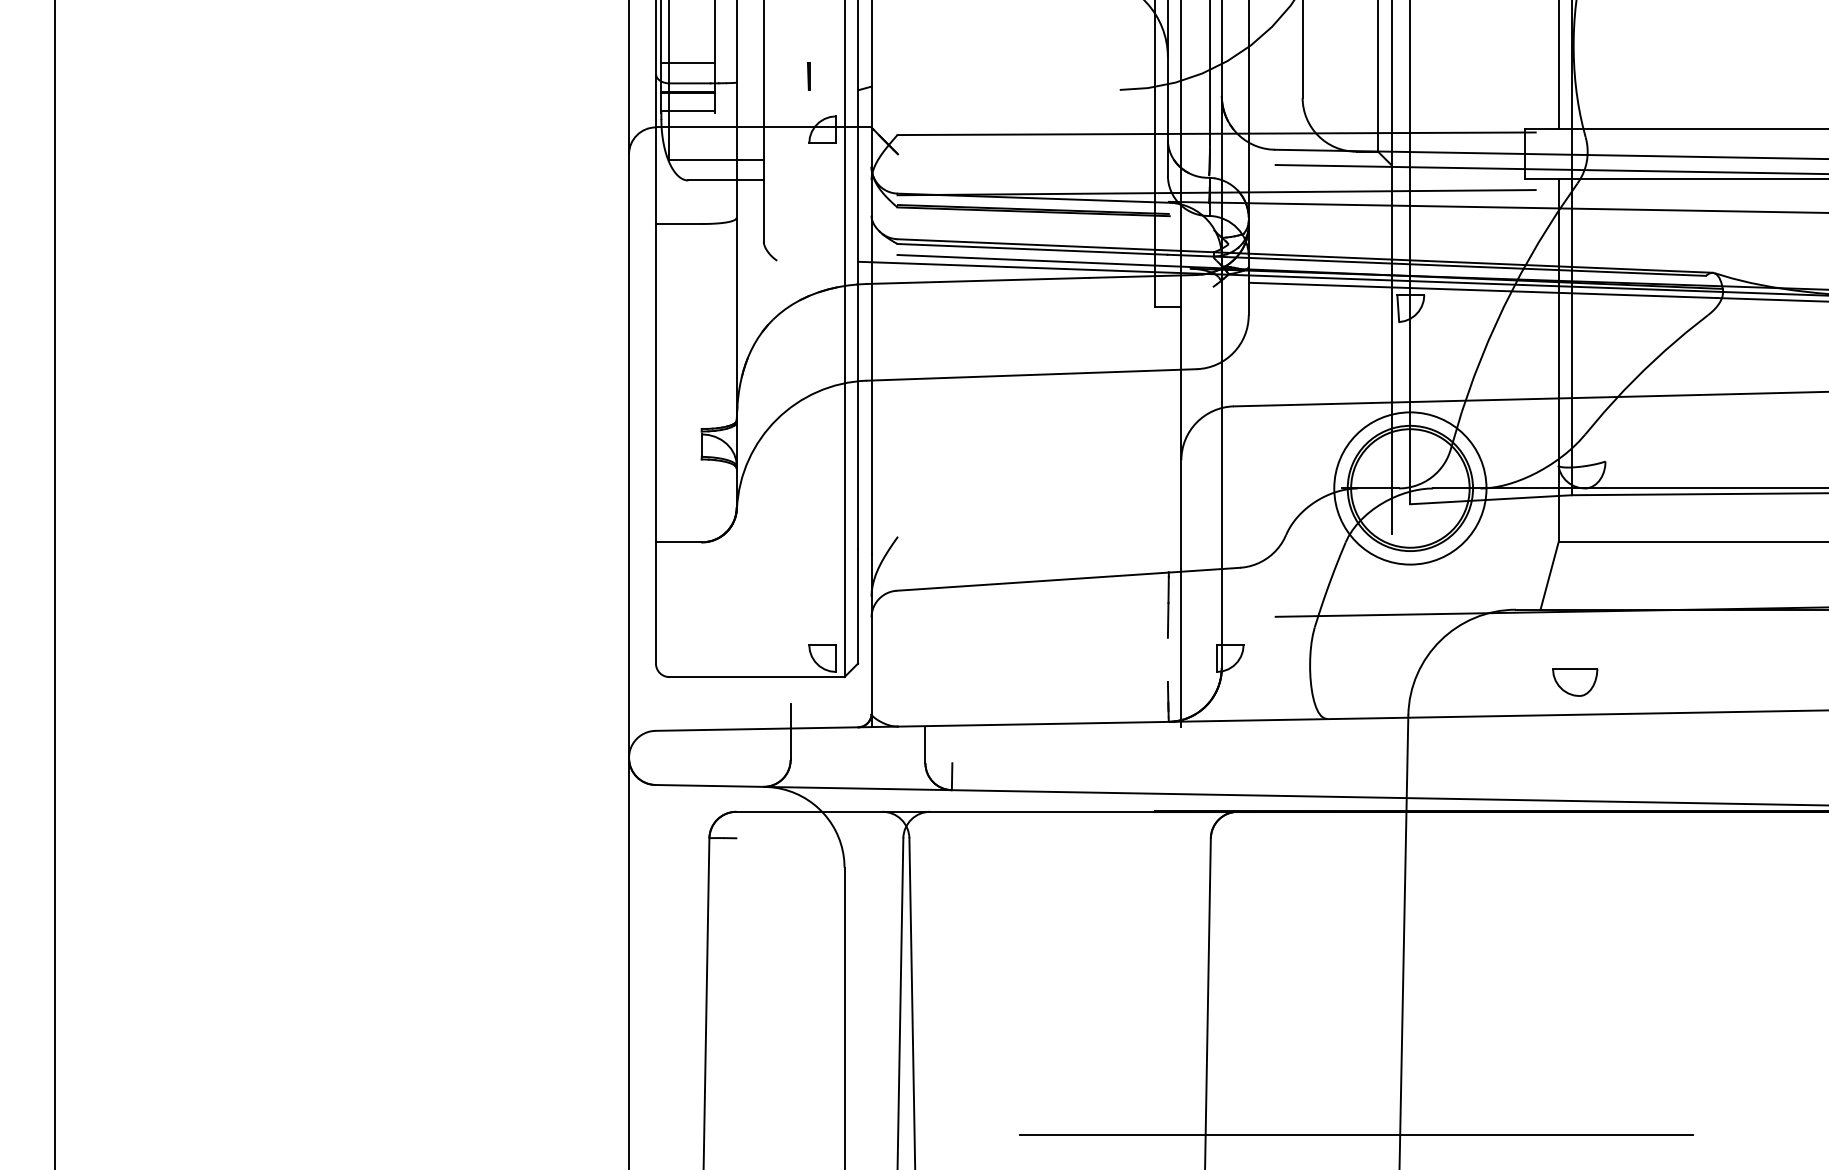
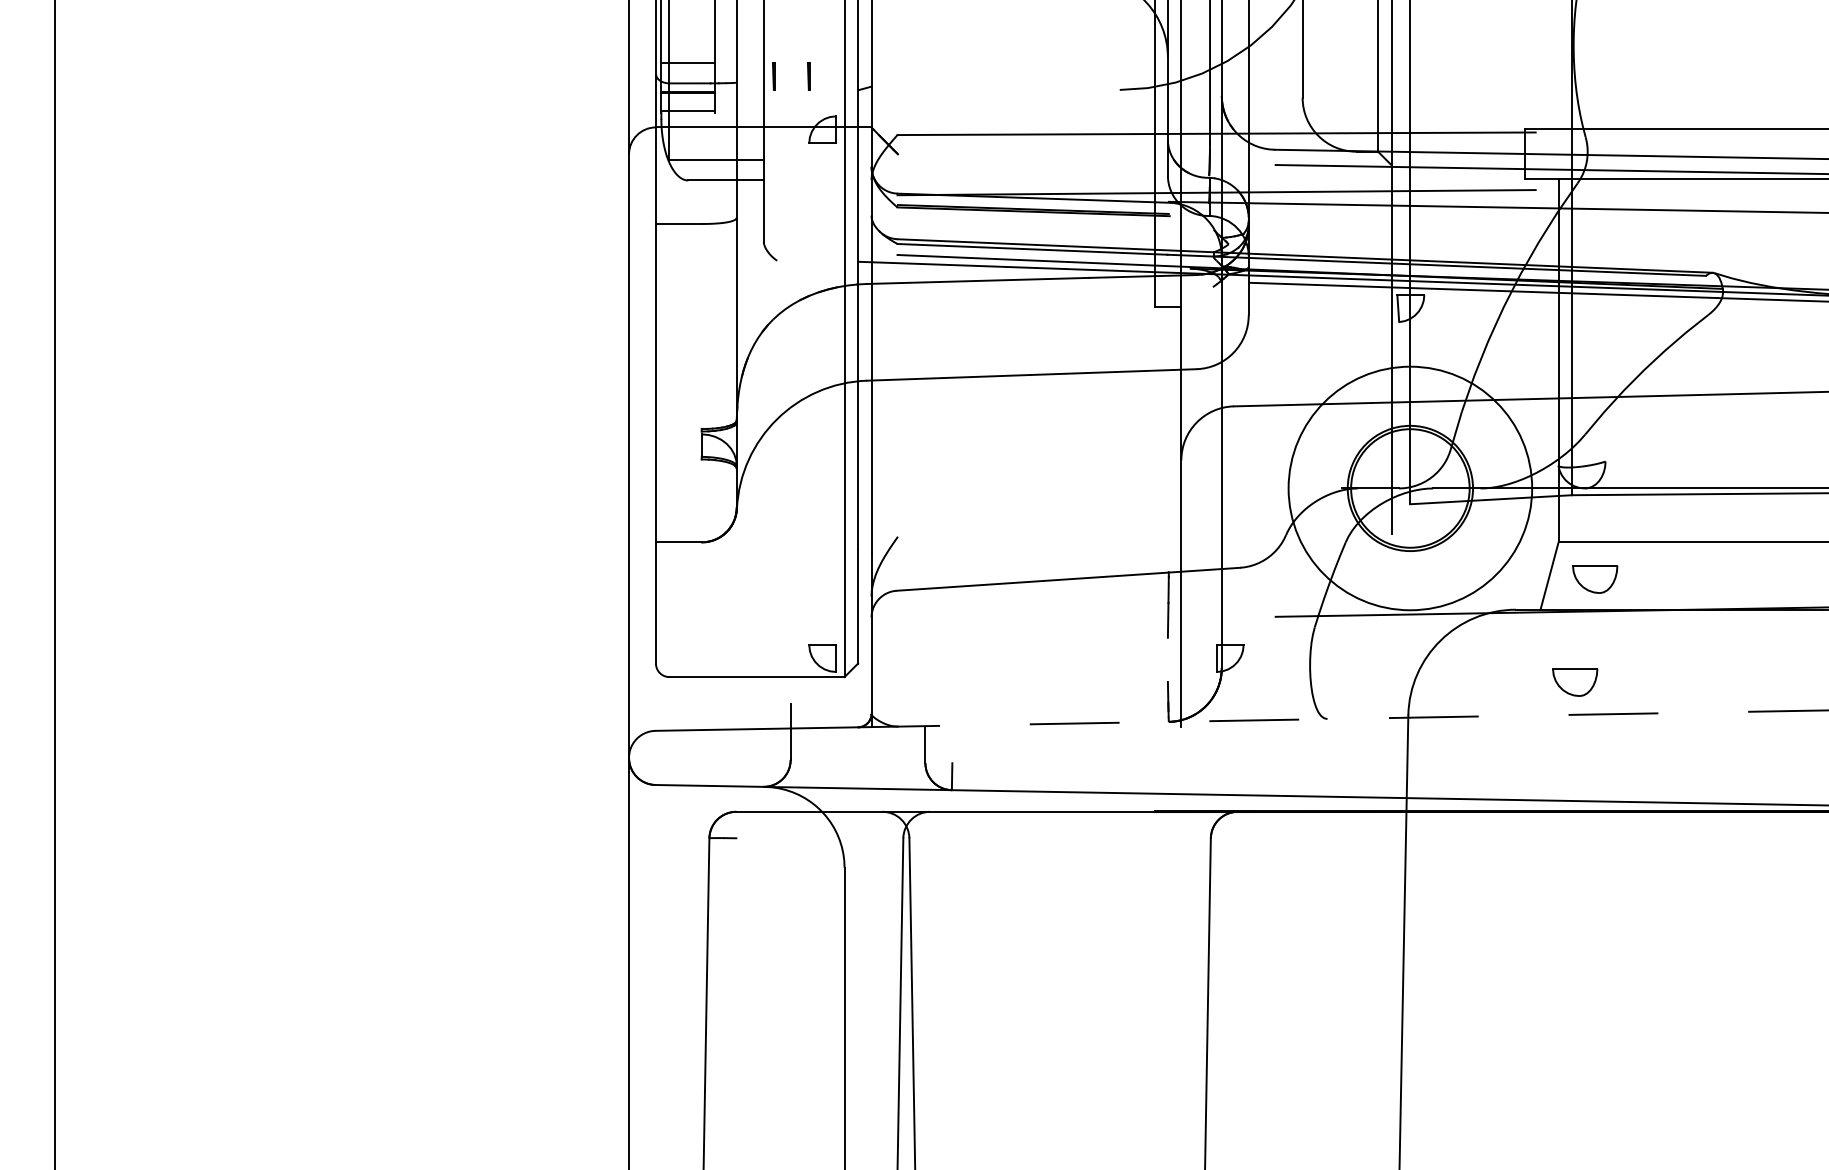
line at (1558, 65): present -> none
line at (773, 76): none -> present
circle at (1410, 488) diameter: 152 px -> 244 px
part at (1595, 579): none -> present
line at (1362, 718): solid -> dashed
line at (1356, 1135): present -> none
